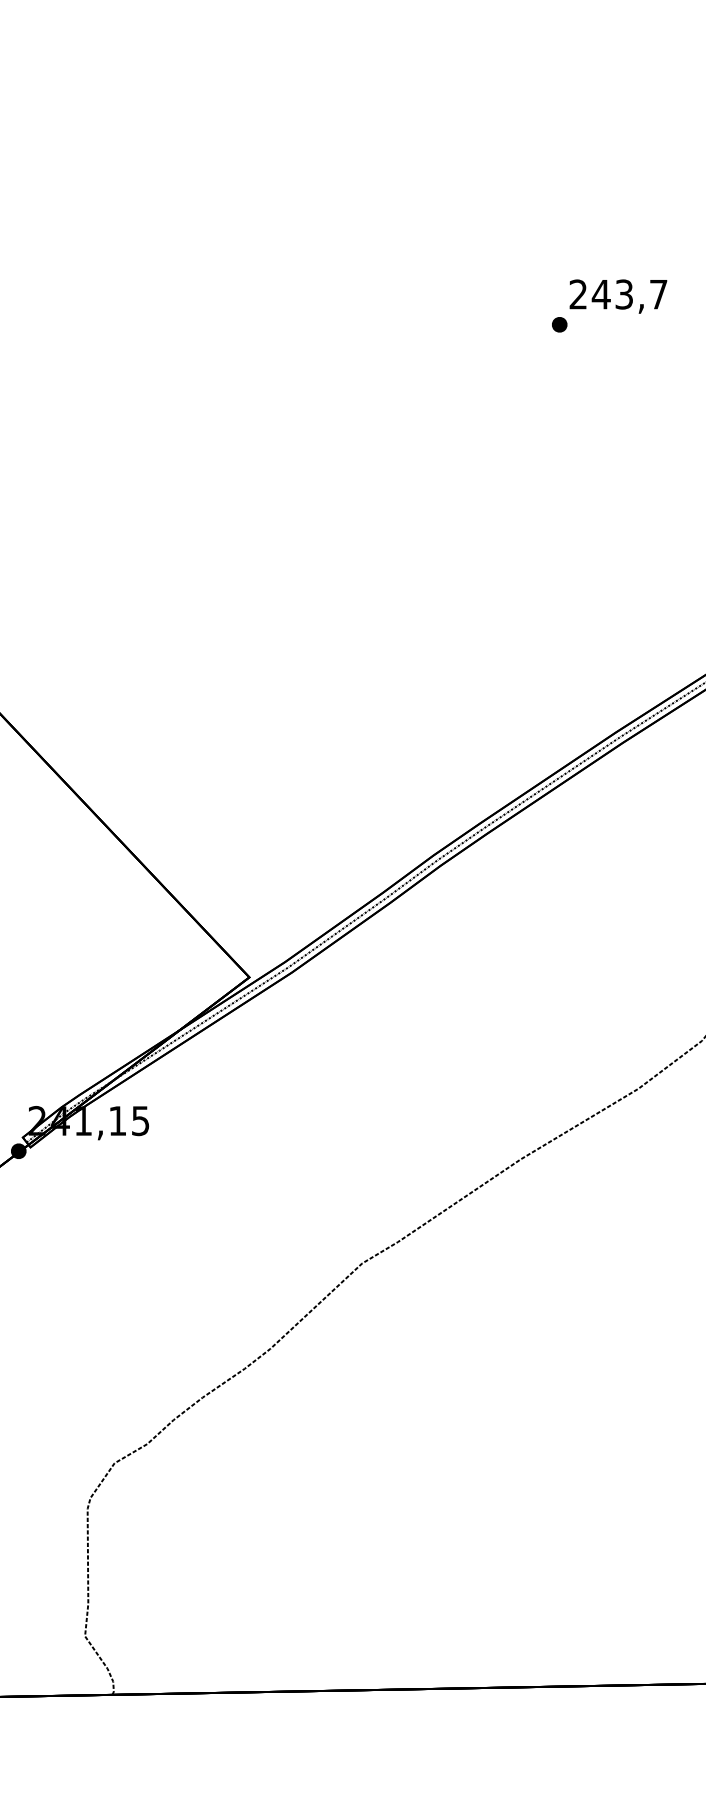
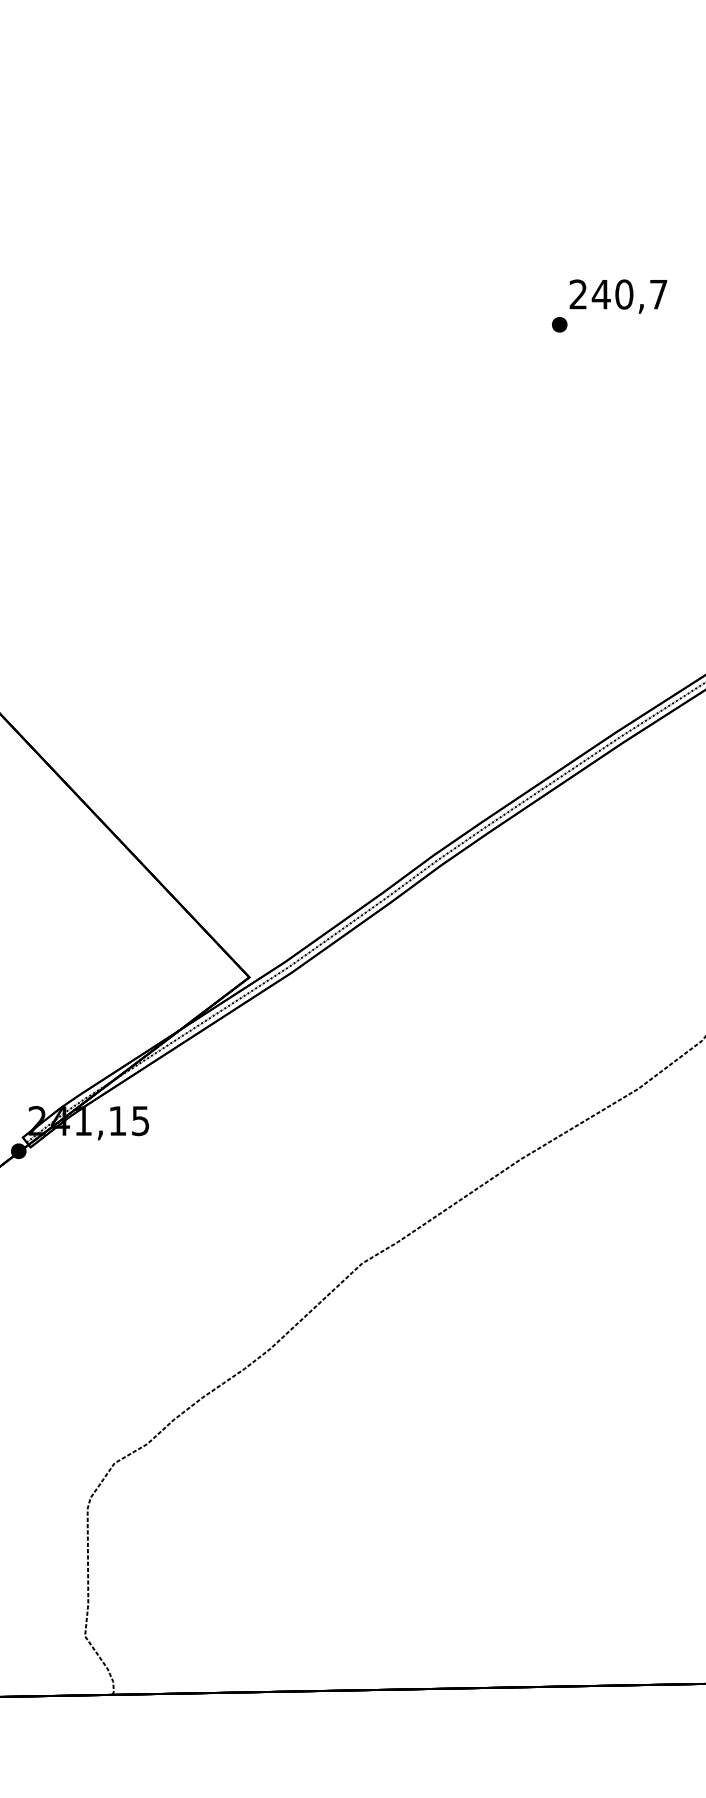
text at (624, 294): 243,7 -> 240,7
